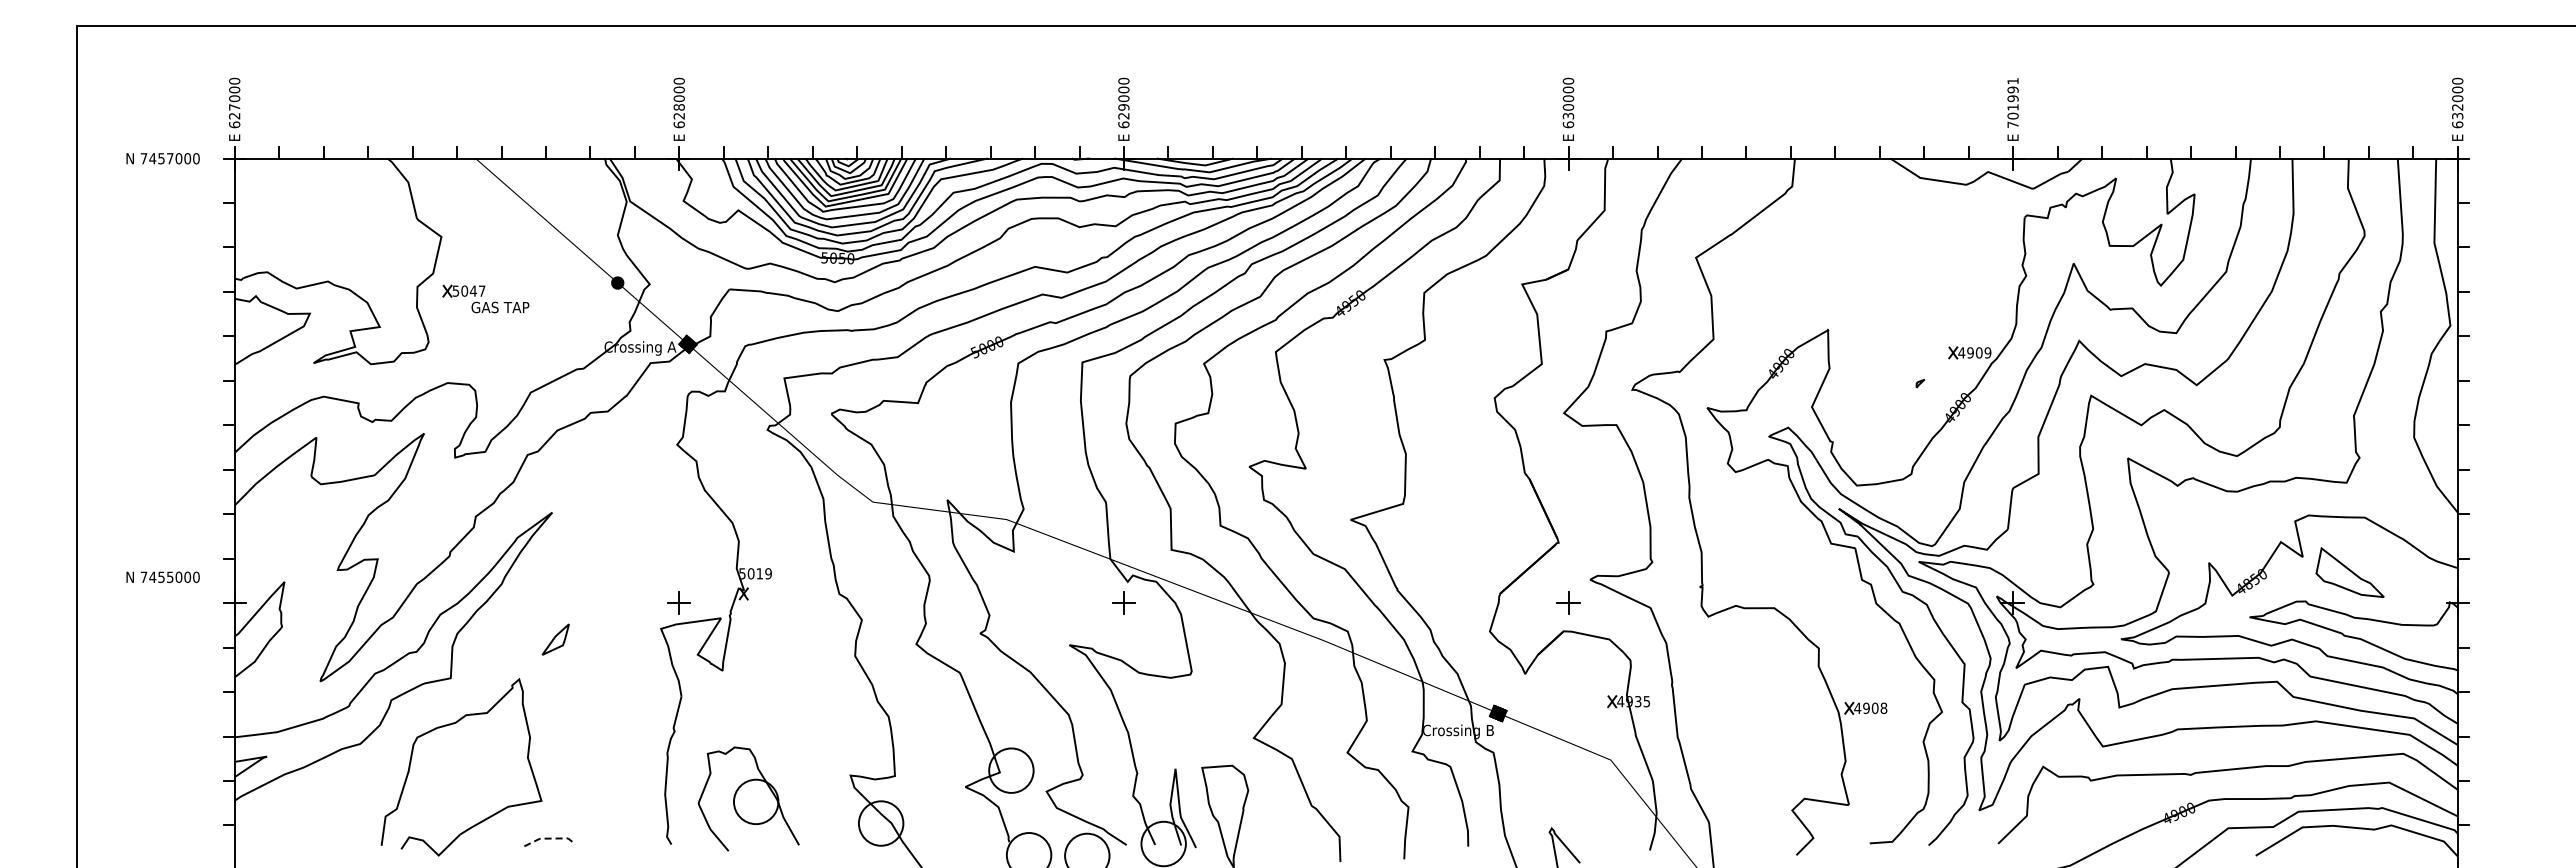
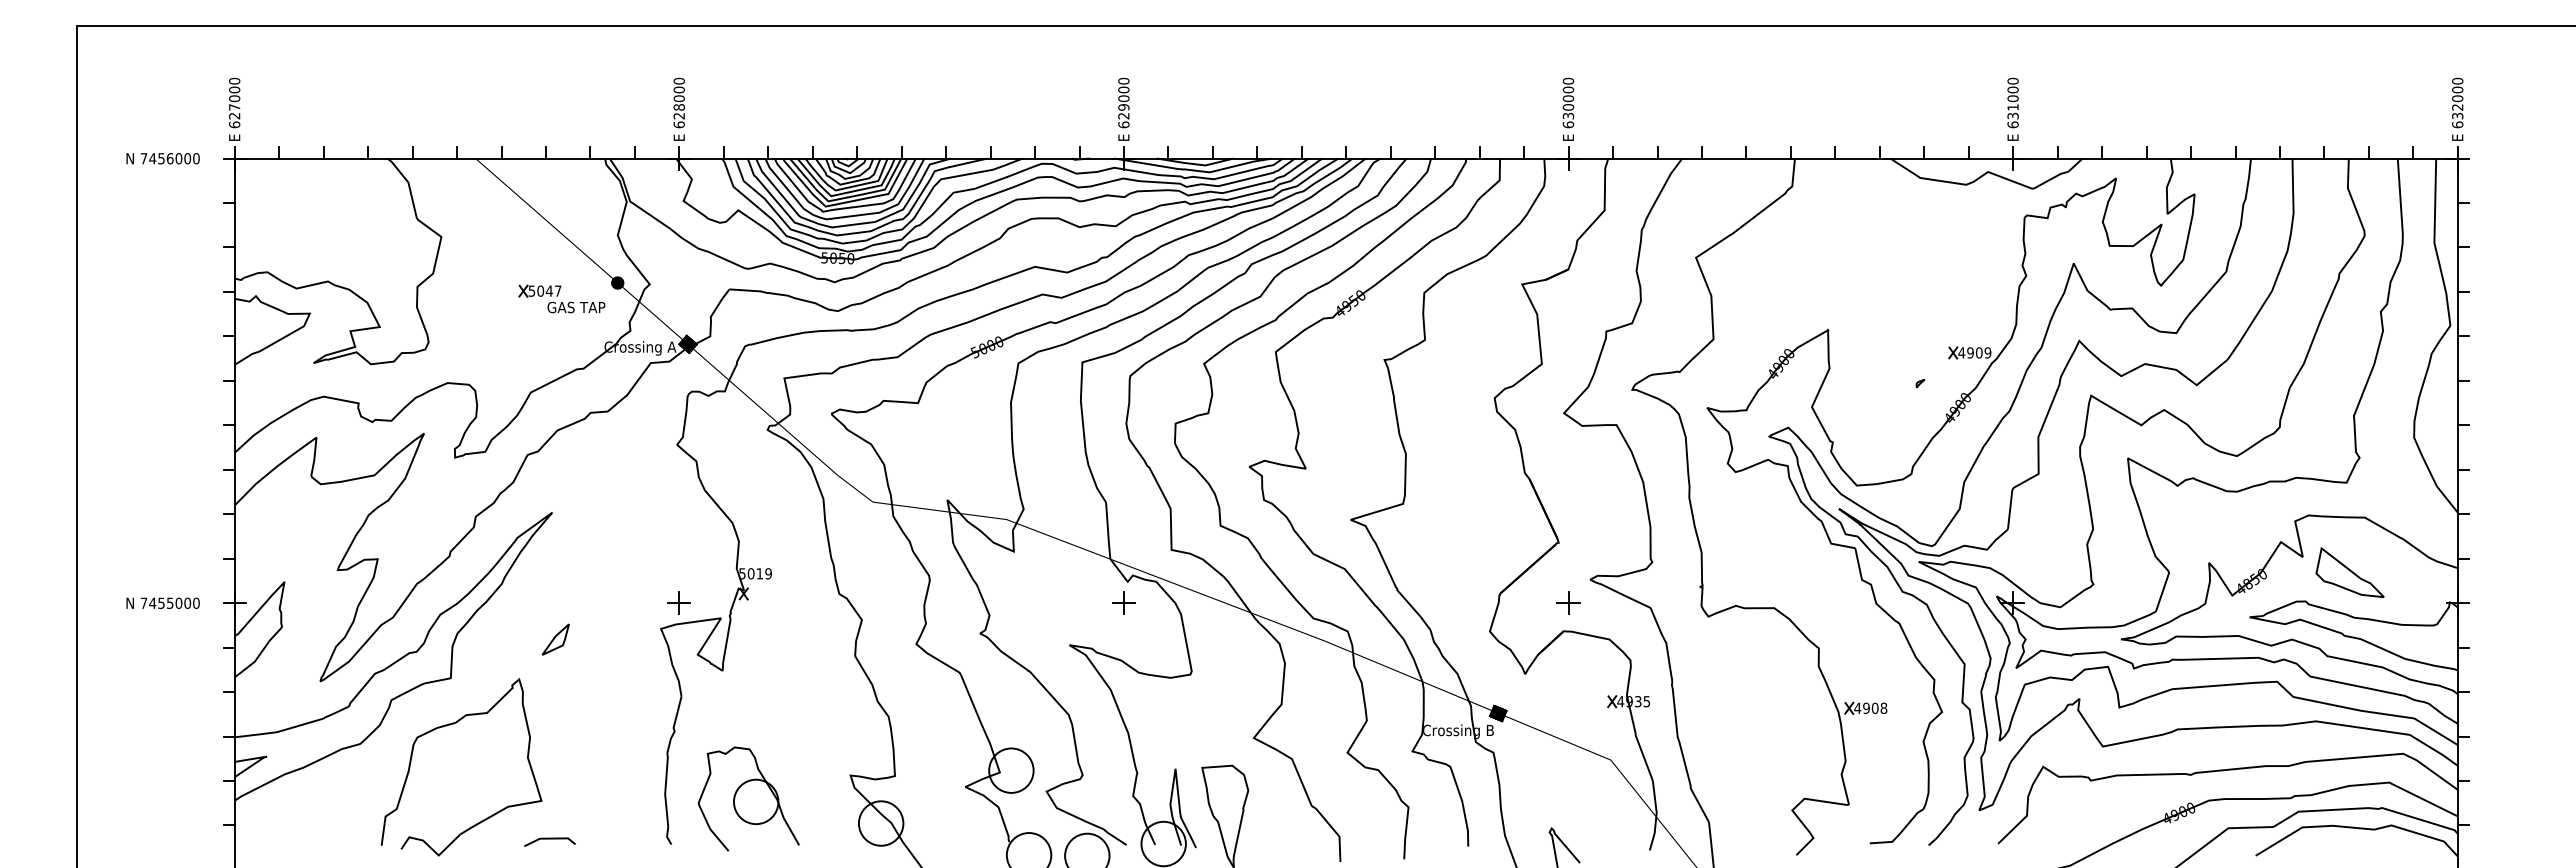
text at (2012, 102): 701991 -> 631000
text at (169, 158): 7457000 -> 7456000
part at (485, 298) position: (485, 298) -> (561, 298)
text at (162, 576) position: (162, 576) -> (162, 602)
line at (550, 838): dashed -> solid
